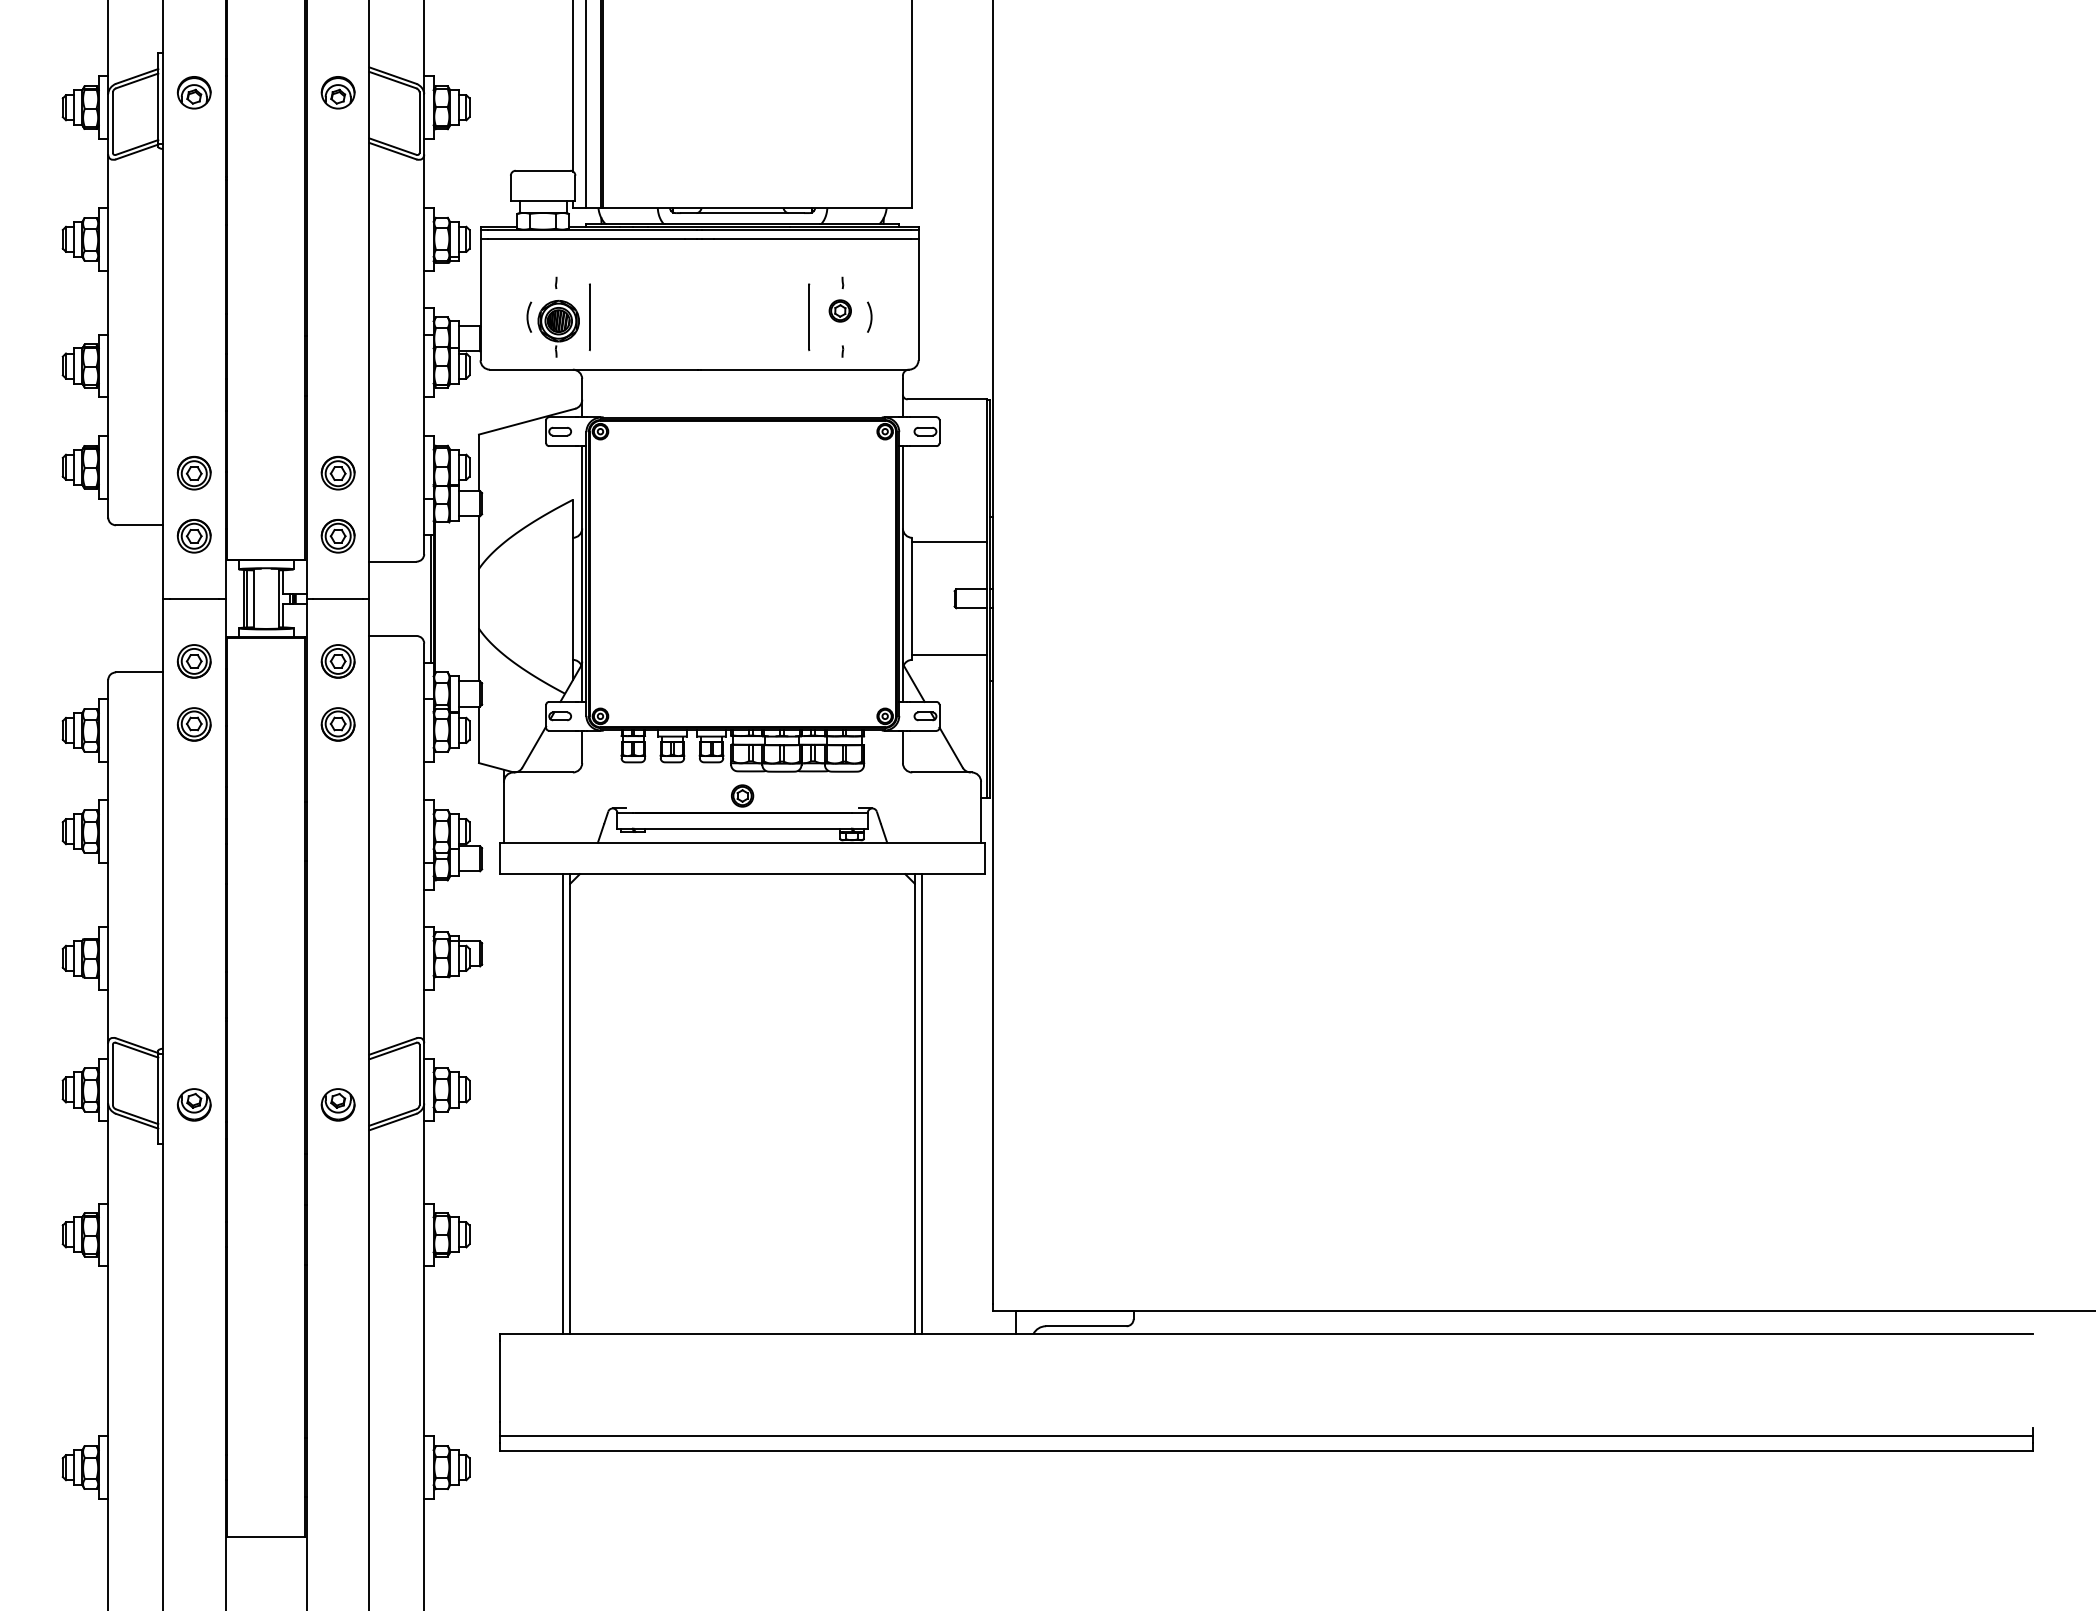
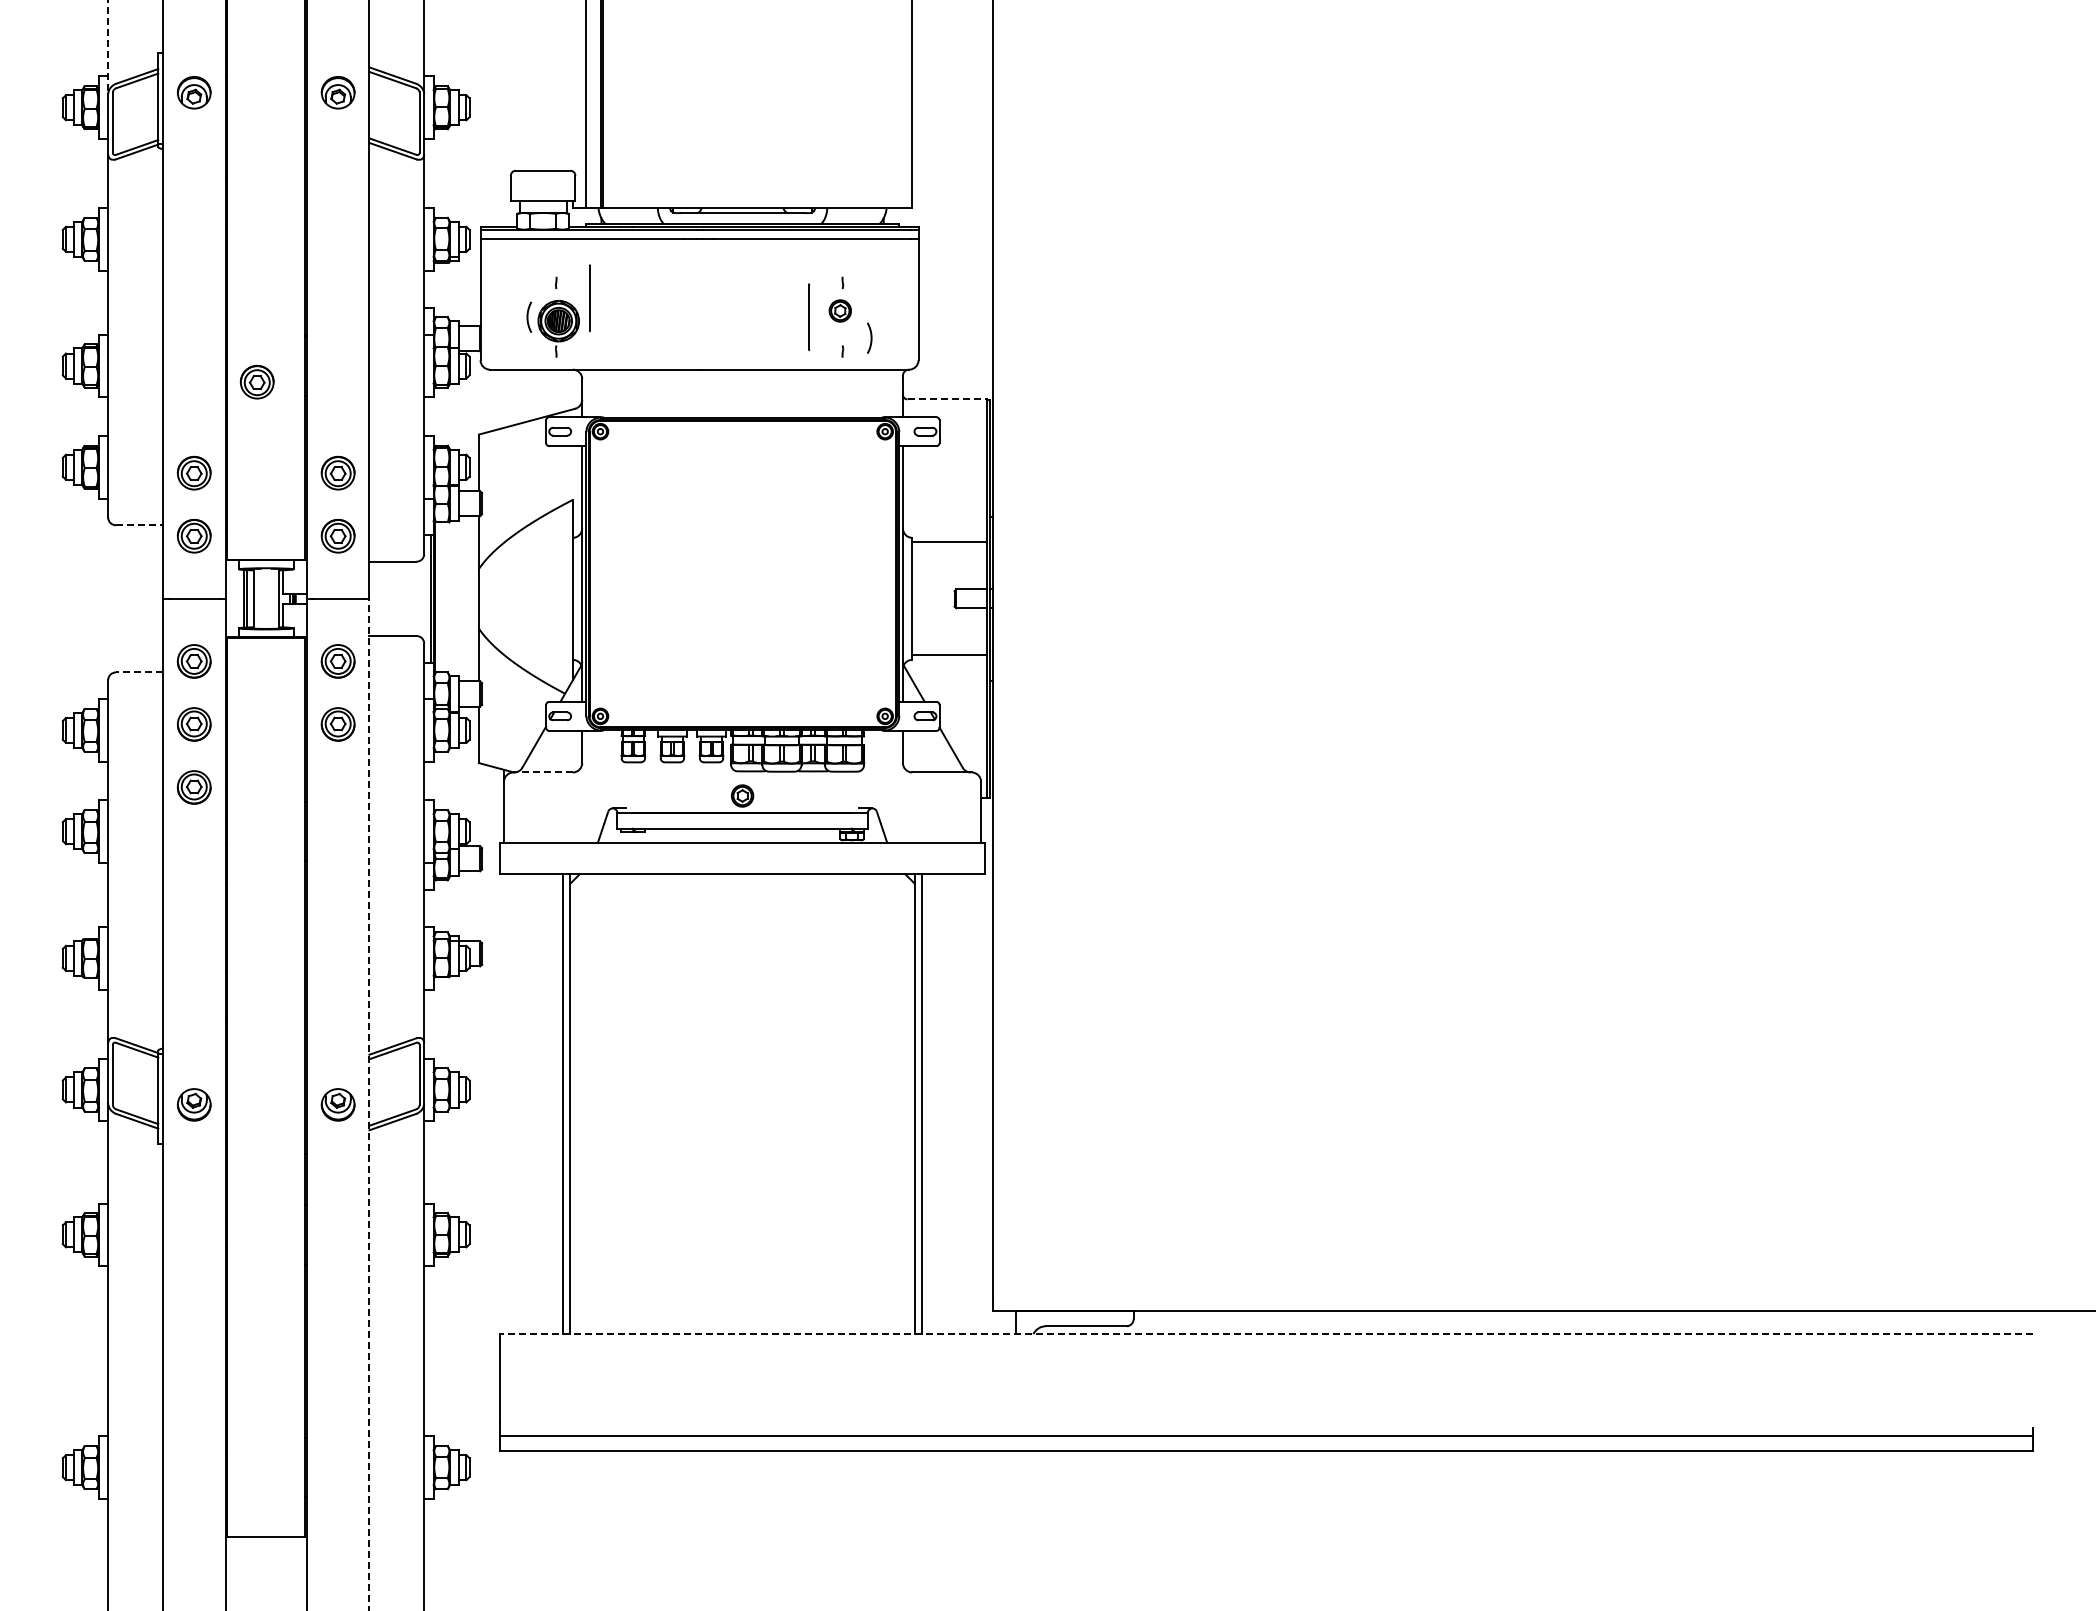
line at (108, 47): solid -> dashed
line at (573, 86): present -> none
arc at (870, 316) position: (870, 316) -> (870, 337)
line at (589, 317) position: (589, 317) -> (589, 298)
part at (256, 381): none -> present
line at (947, 399): solid -> dashed
line at (140, 525): solid -> dashed
line at (139, 672): solid -> dashed
line at (543, 772): solid -> dashed
part at (193, 787): none -> present
line at (369, 1104): solid -> dashed
line at (1266, 1334): solid -> dashed
